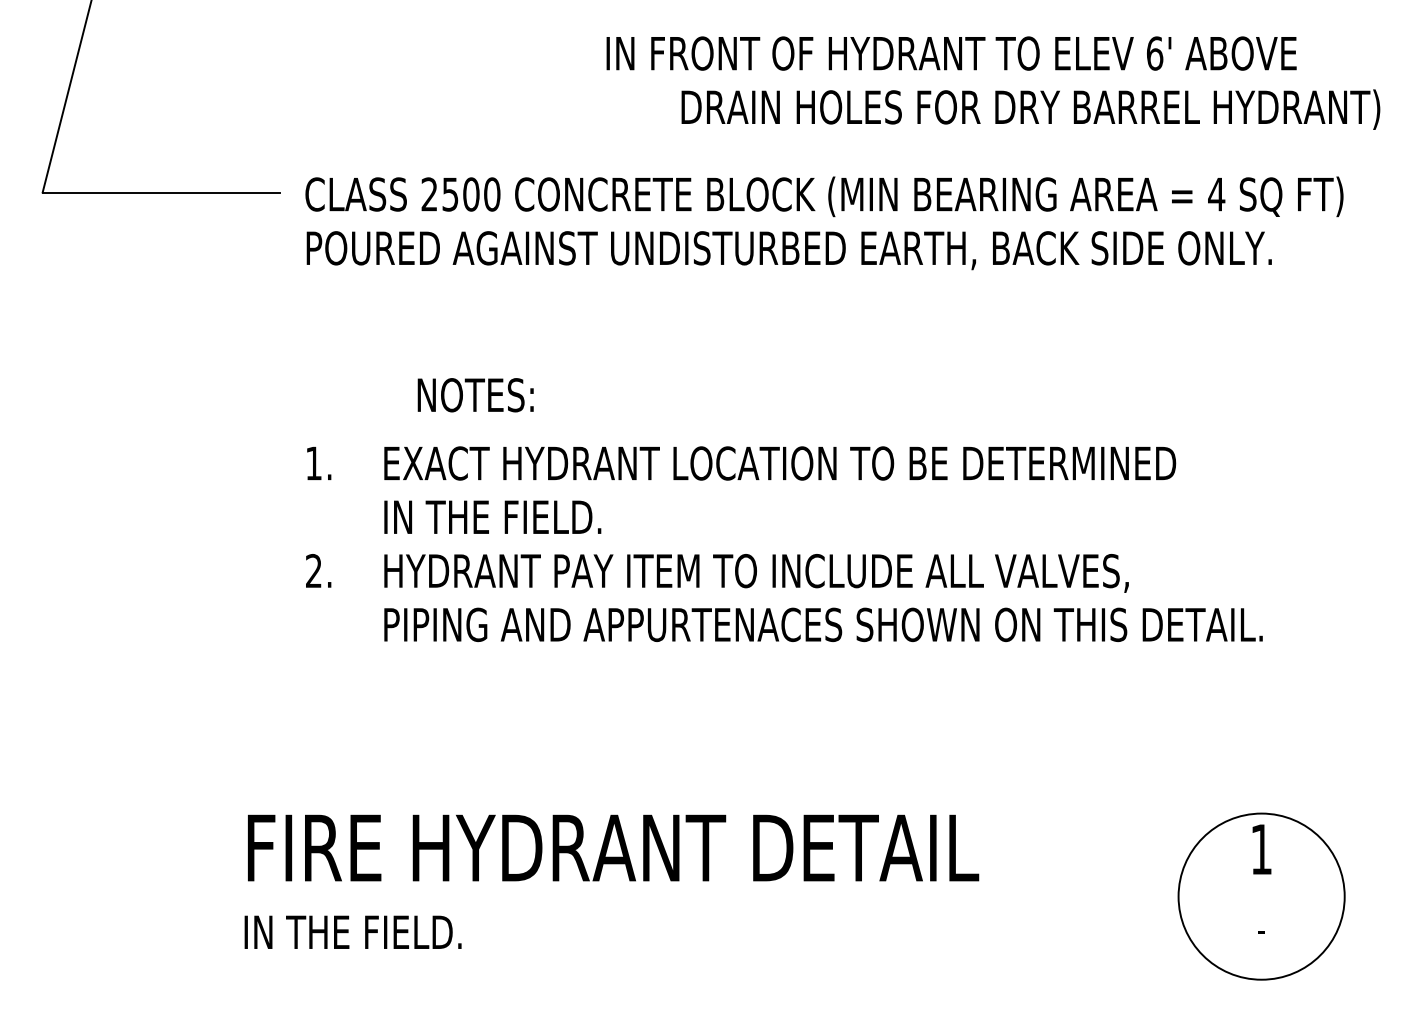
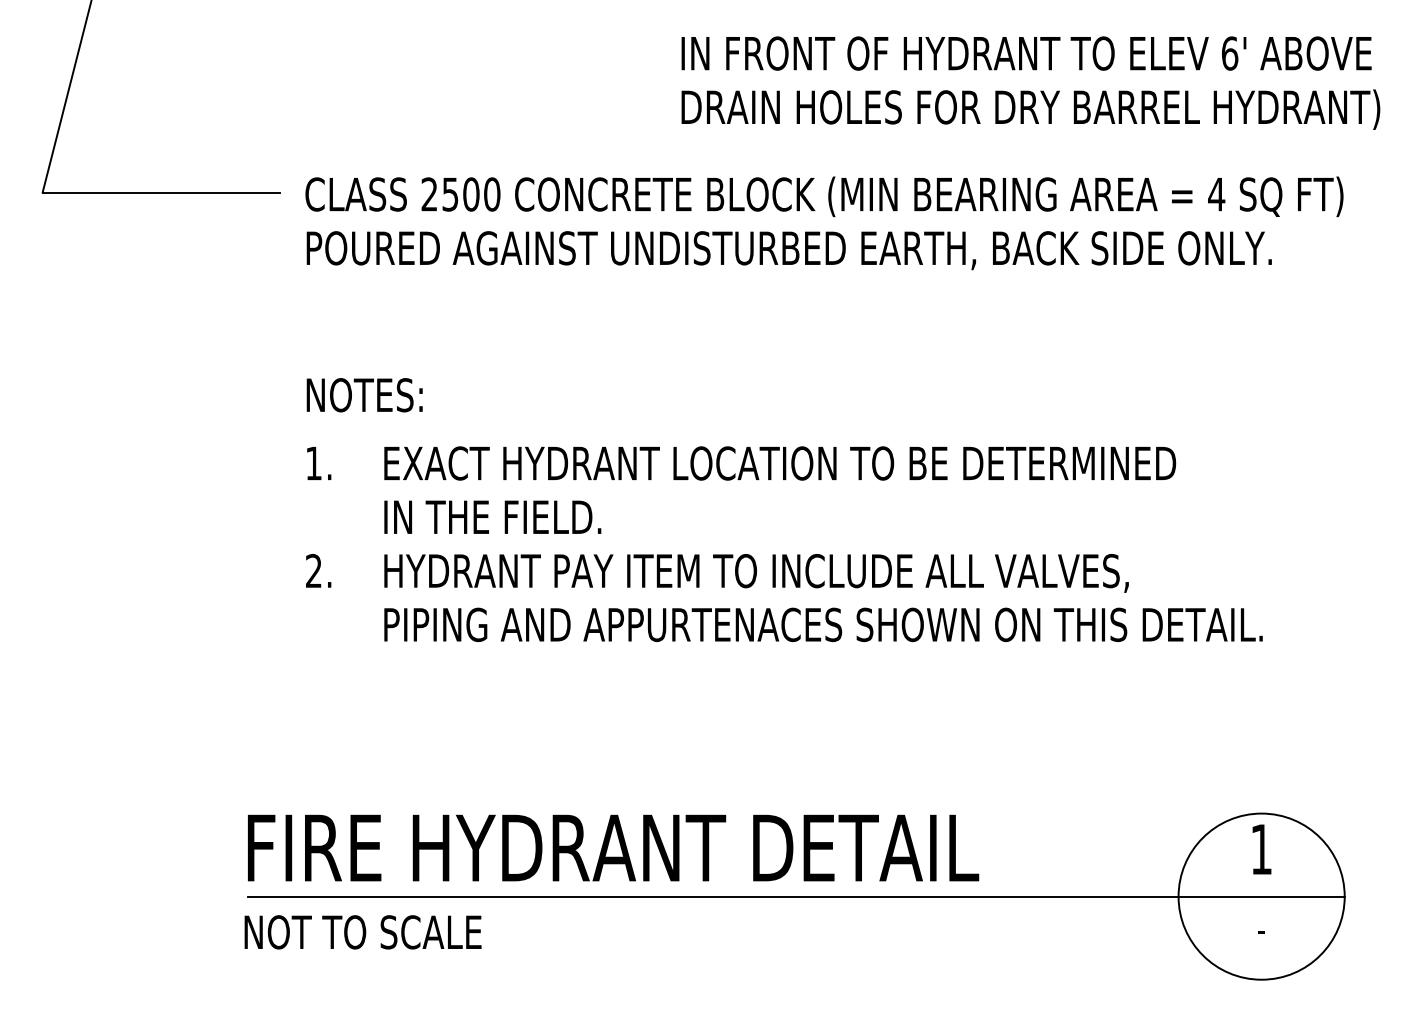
text at (951, 53) position: (951, 53) -> (1026, 53)
text at (475, 395) position: (475, 395) -> (364, 395)
line at (795, 896): none -> present
text at (364, 932): IN THE FIELD. -> NOT TO SCALE
